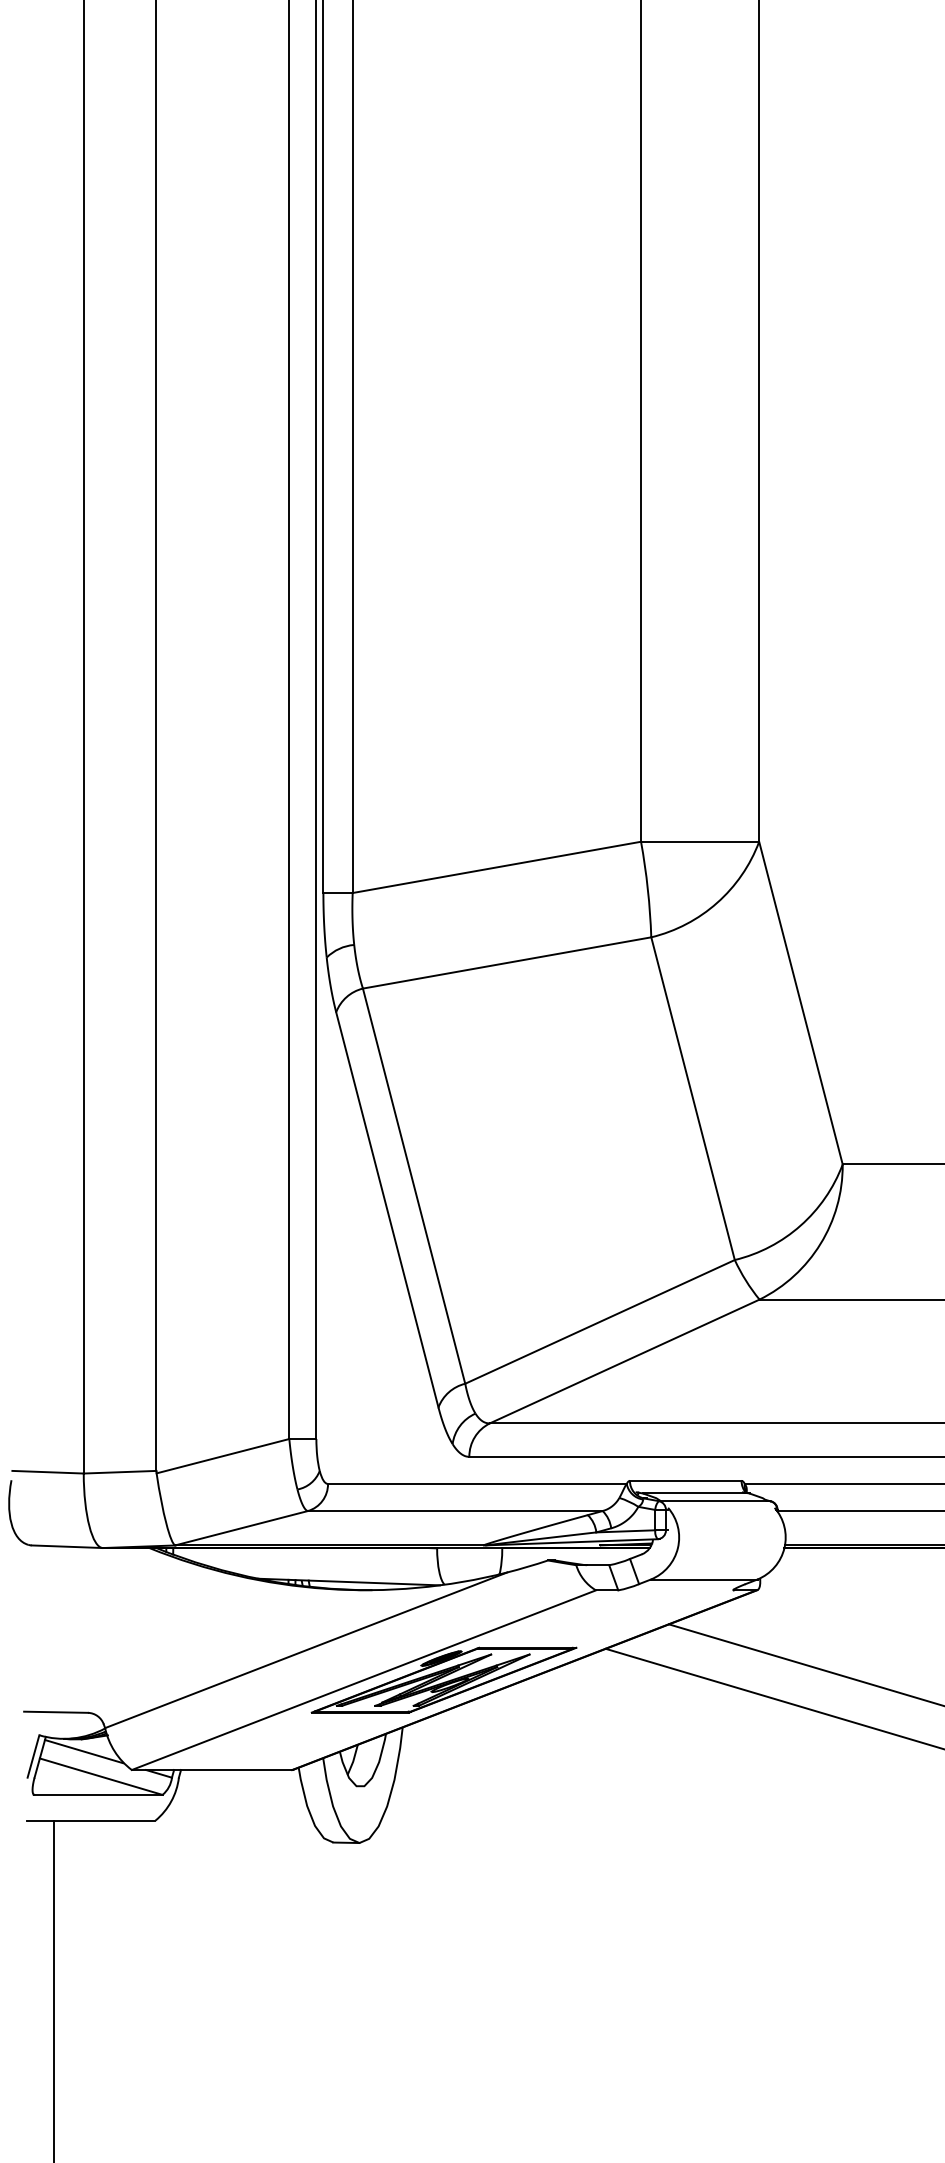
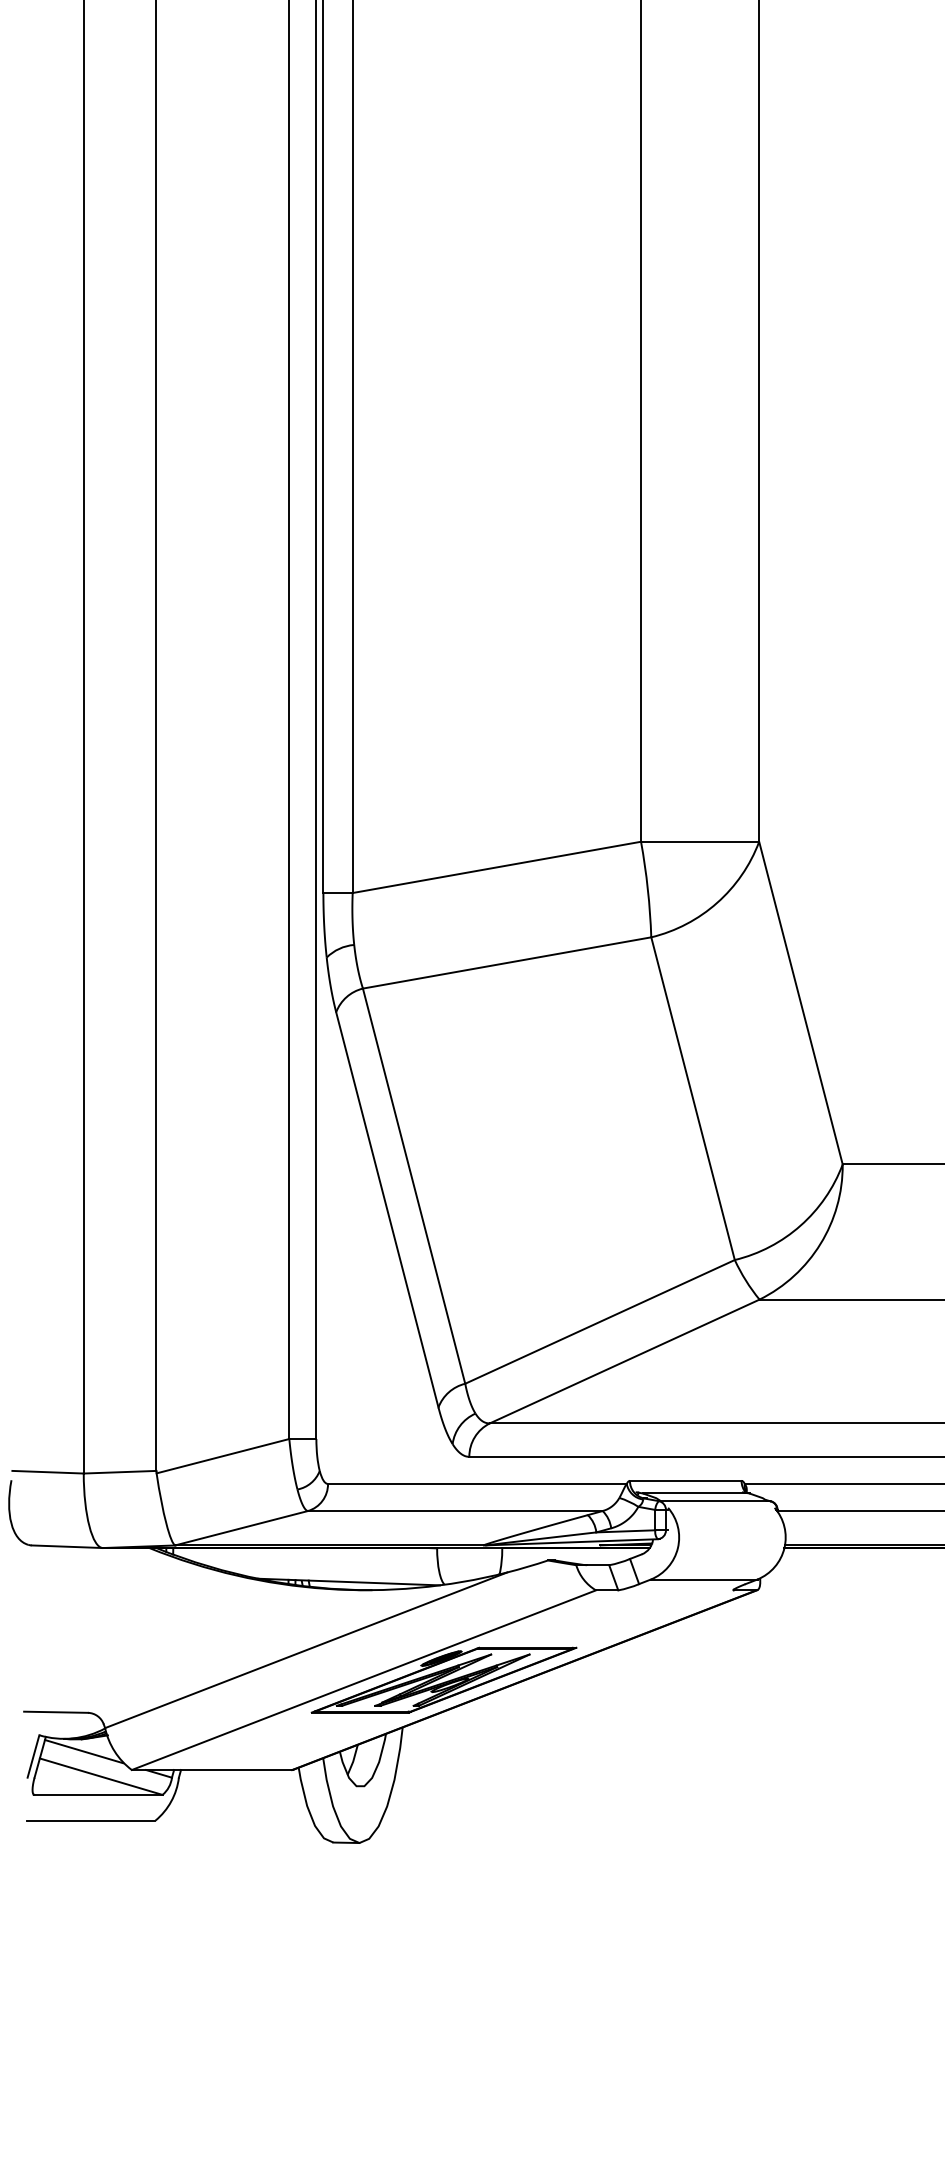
line at (805, 1664): present -> none
line at (773, 1698): present -> none
line at (54, 1989): present -> none
